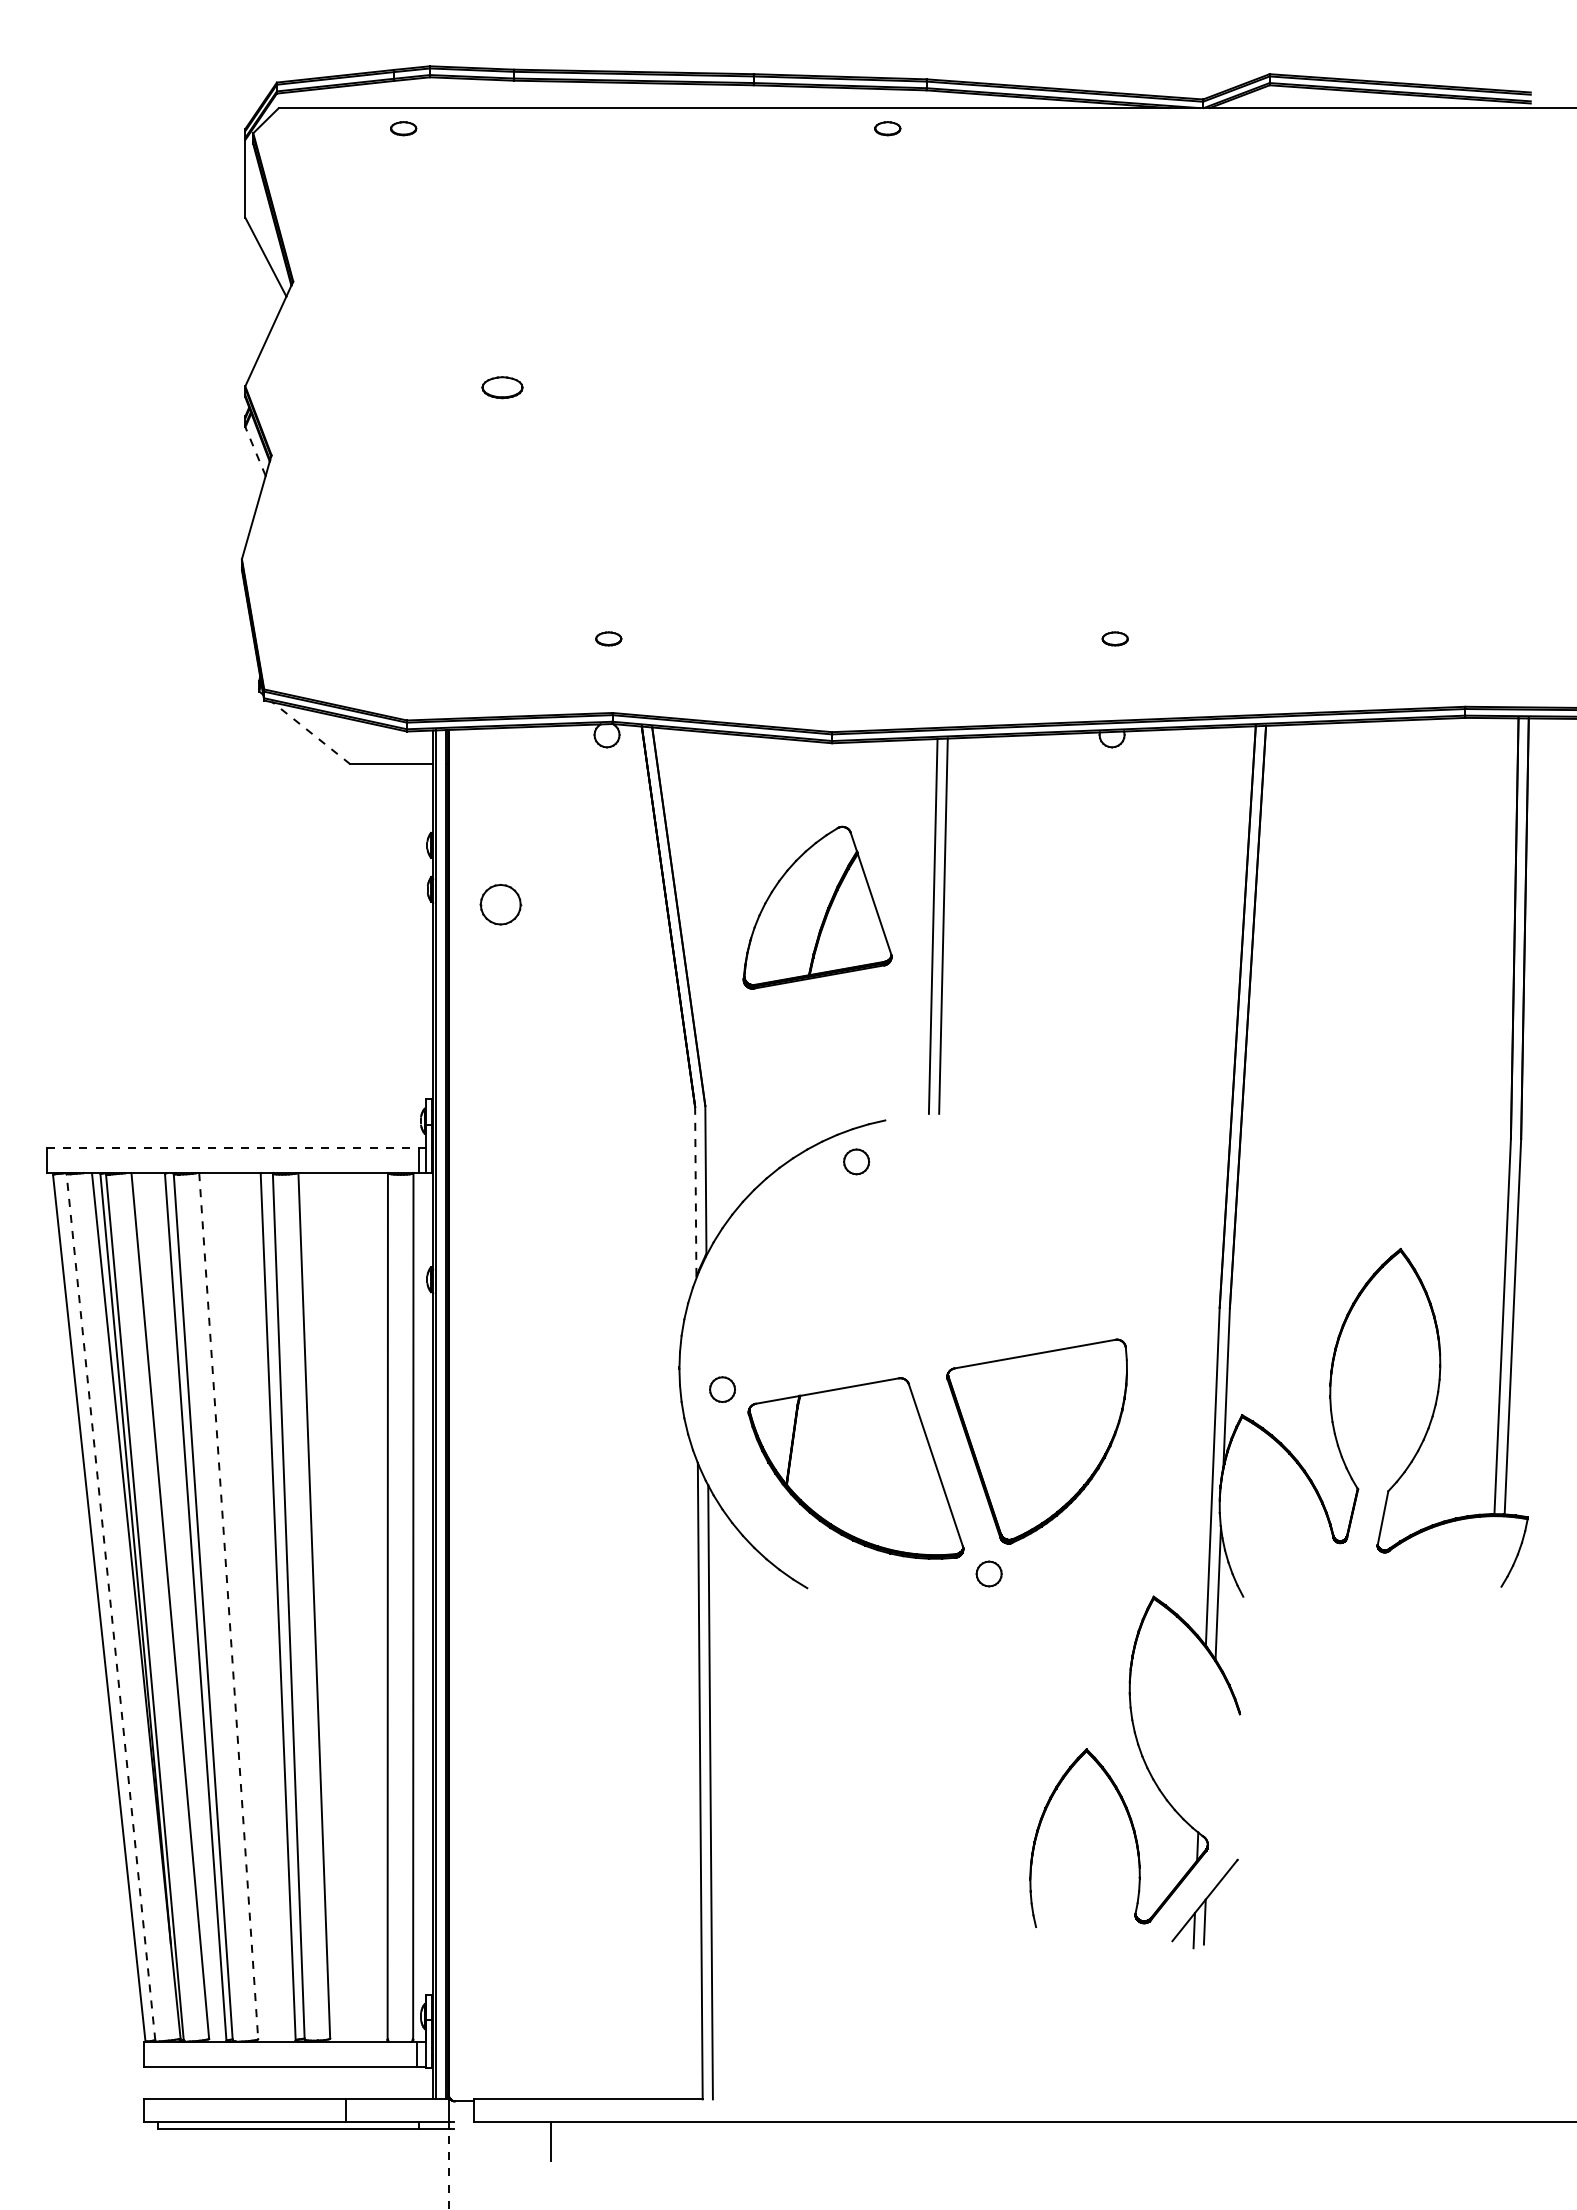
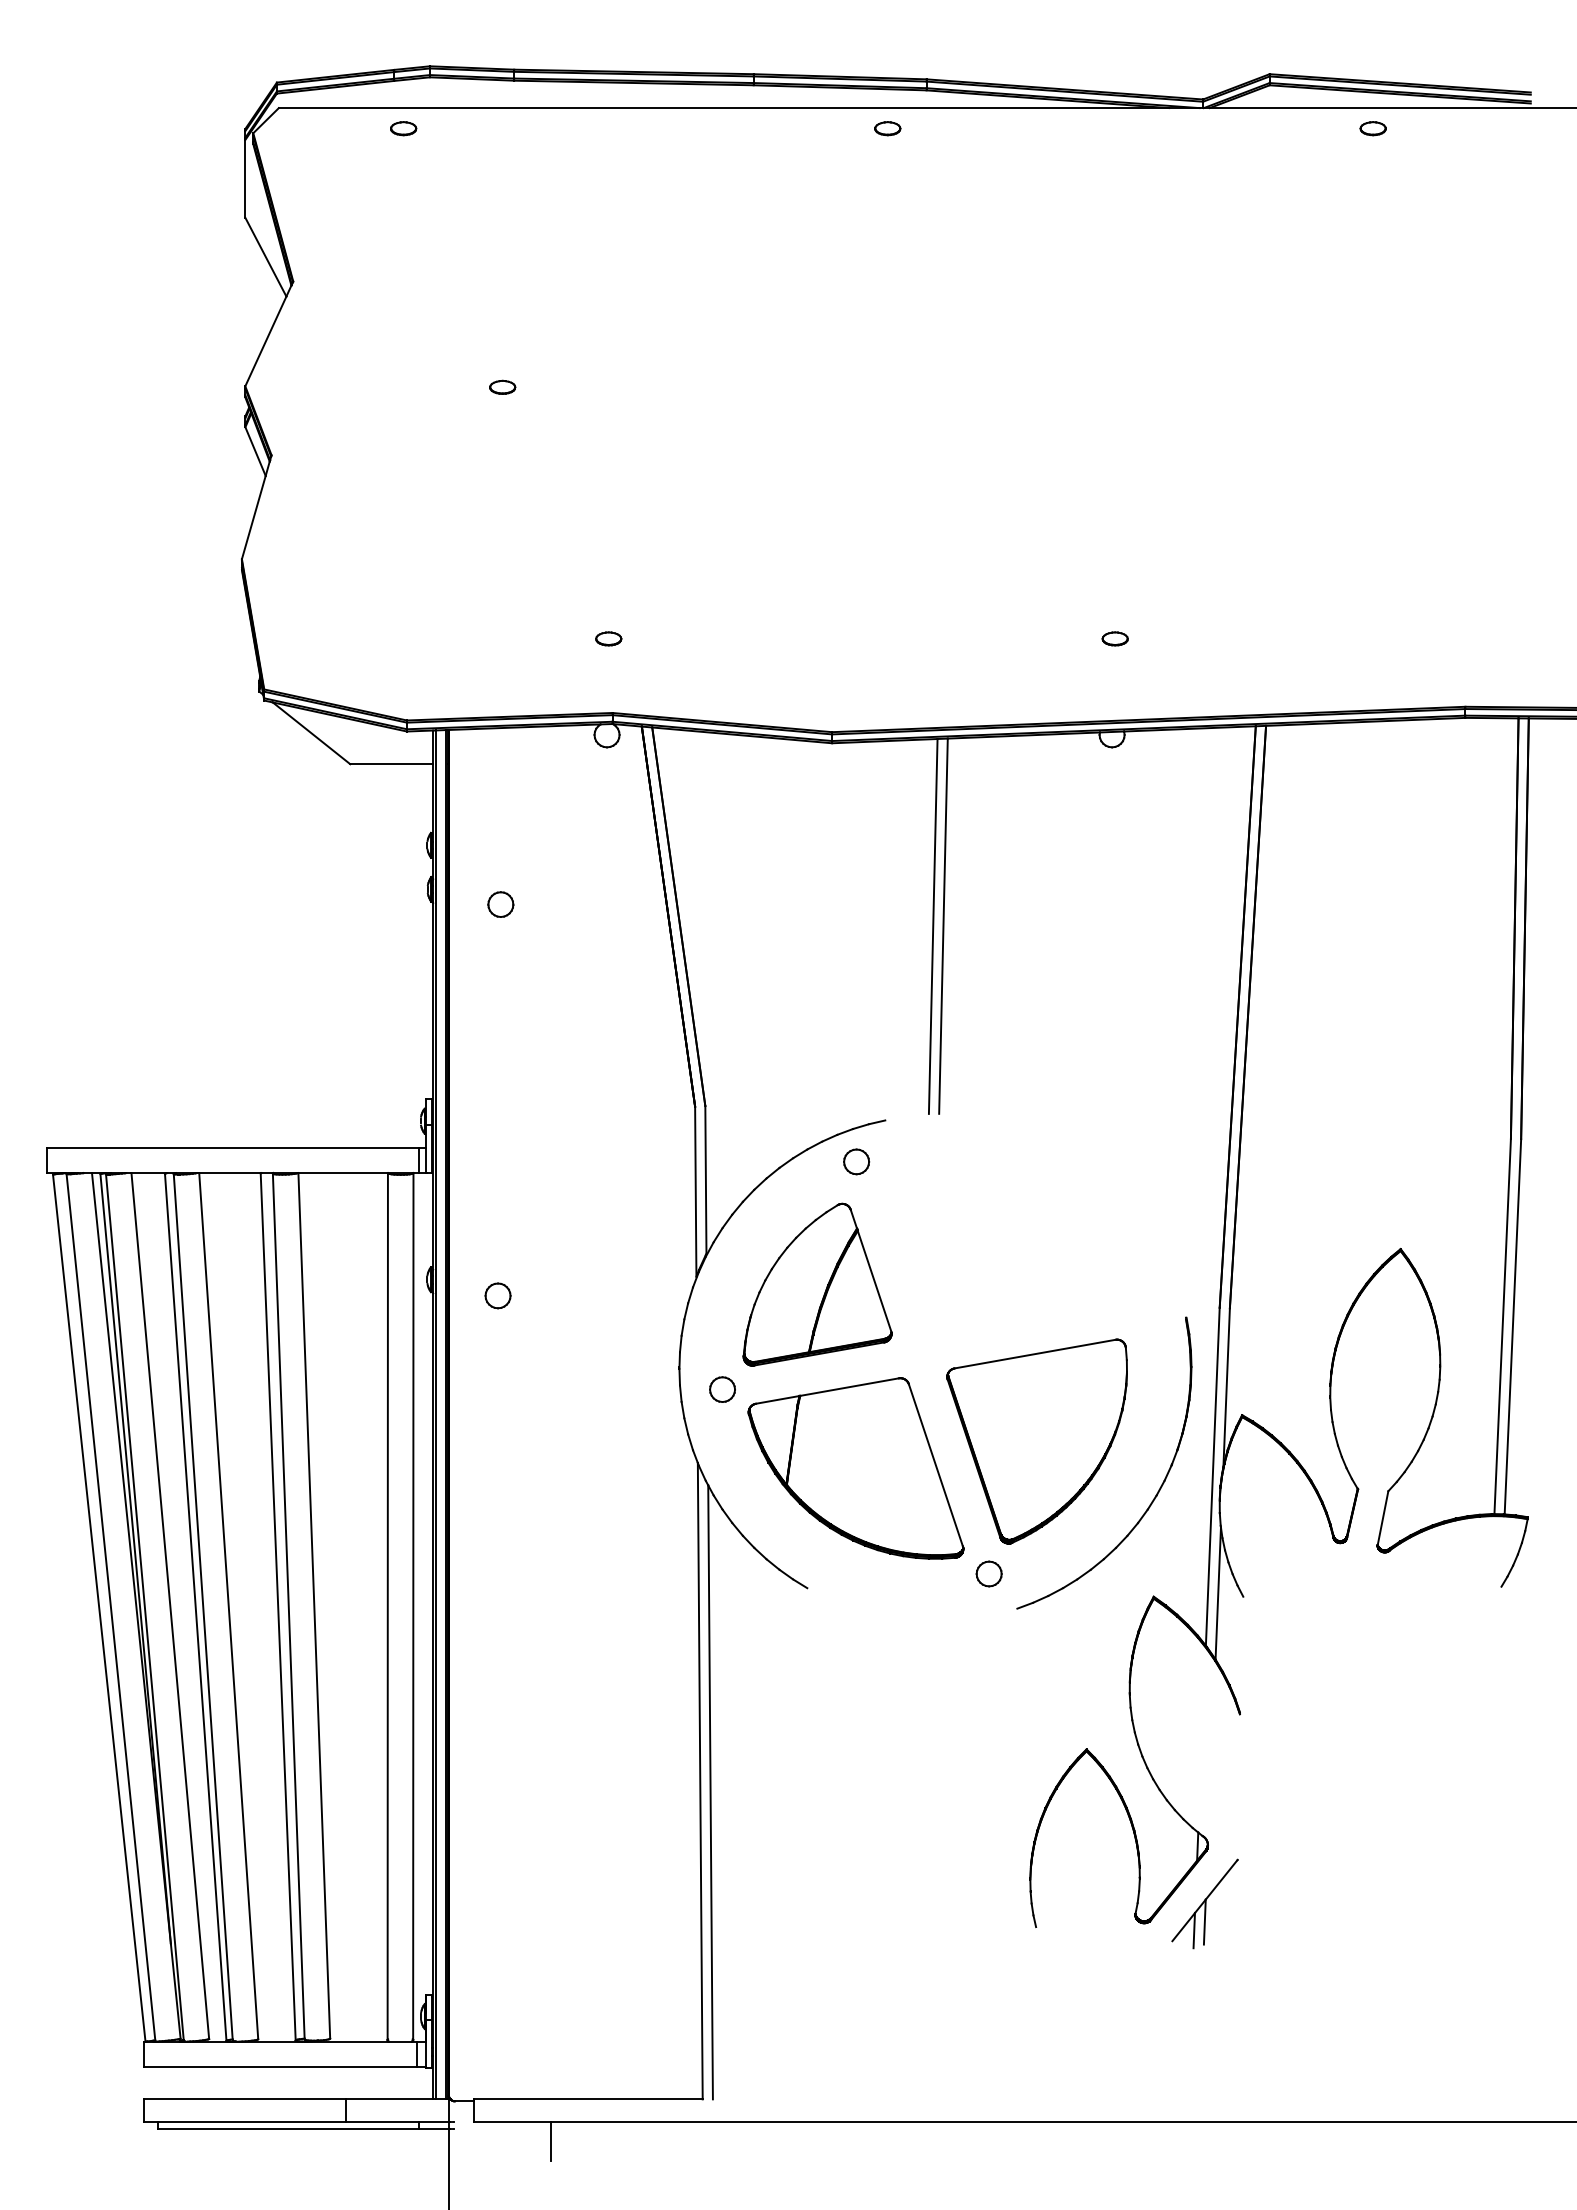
part at (1372, 128): none -> present
part at (502, 387) size: 43x24 px -> 28x16 px
line at (255, 451): dashed -> solid
line at (311, 733): dashed -> solid
part at (500, 904) size: 44x42 px -> 28x27 px
part at (817, 907) position: (817, 907) -> (817, 1284)
line at (233, 1147): dashed -> solid
line at (695, 1191): dashed -> solid
part at (497, 1295): none -> present
part at (1158, 1489): none -> present
line at (110, 1606): dashed -> solid
line at (228, 1606): dashed -> solid
line at (448, 2169): dashed -> solid
